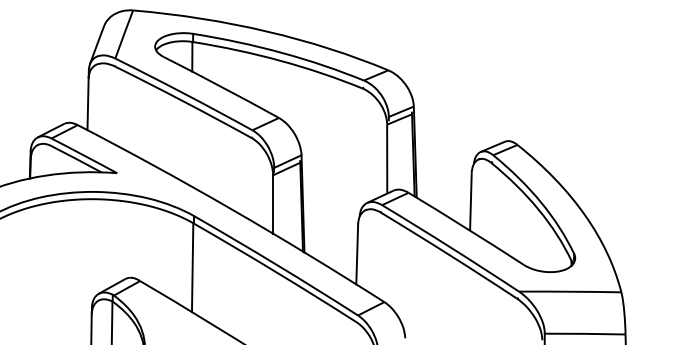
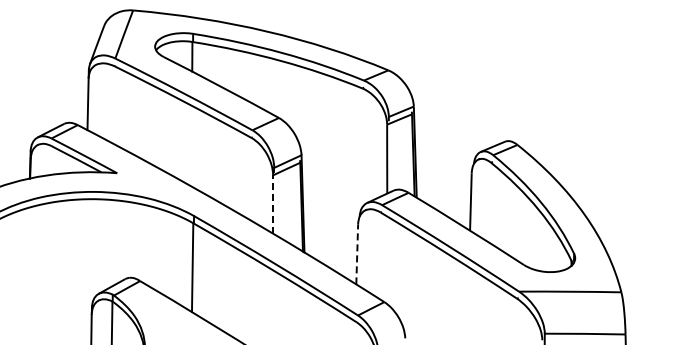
line at (273, 203): solid -> dashed
line at (357, 253): solid -> dashed
